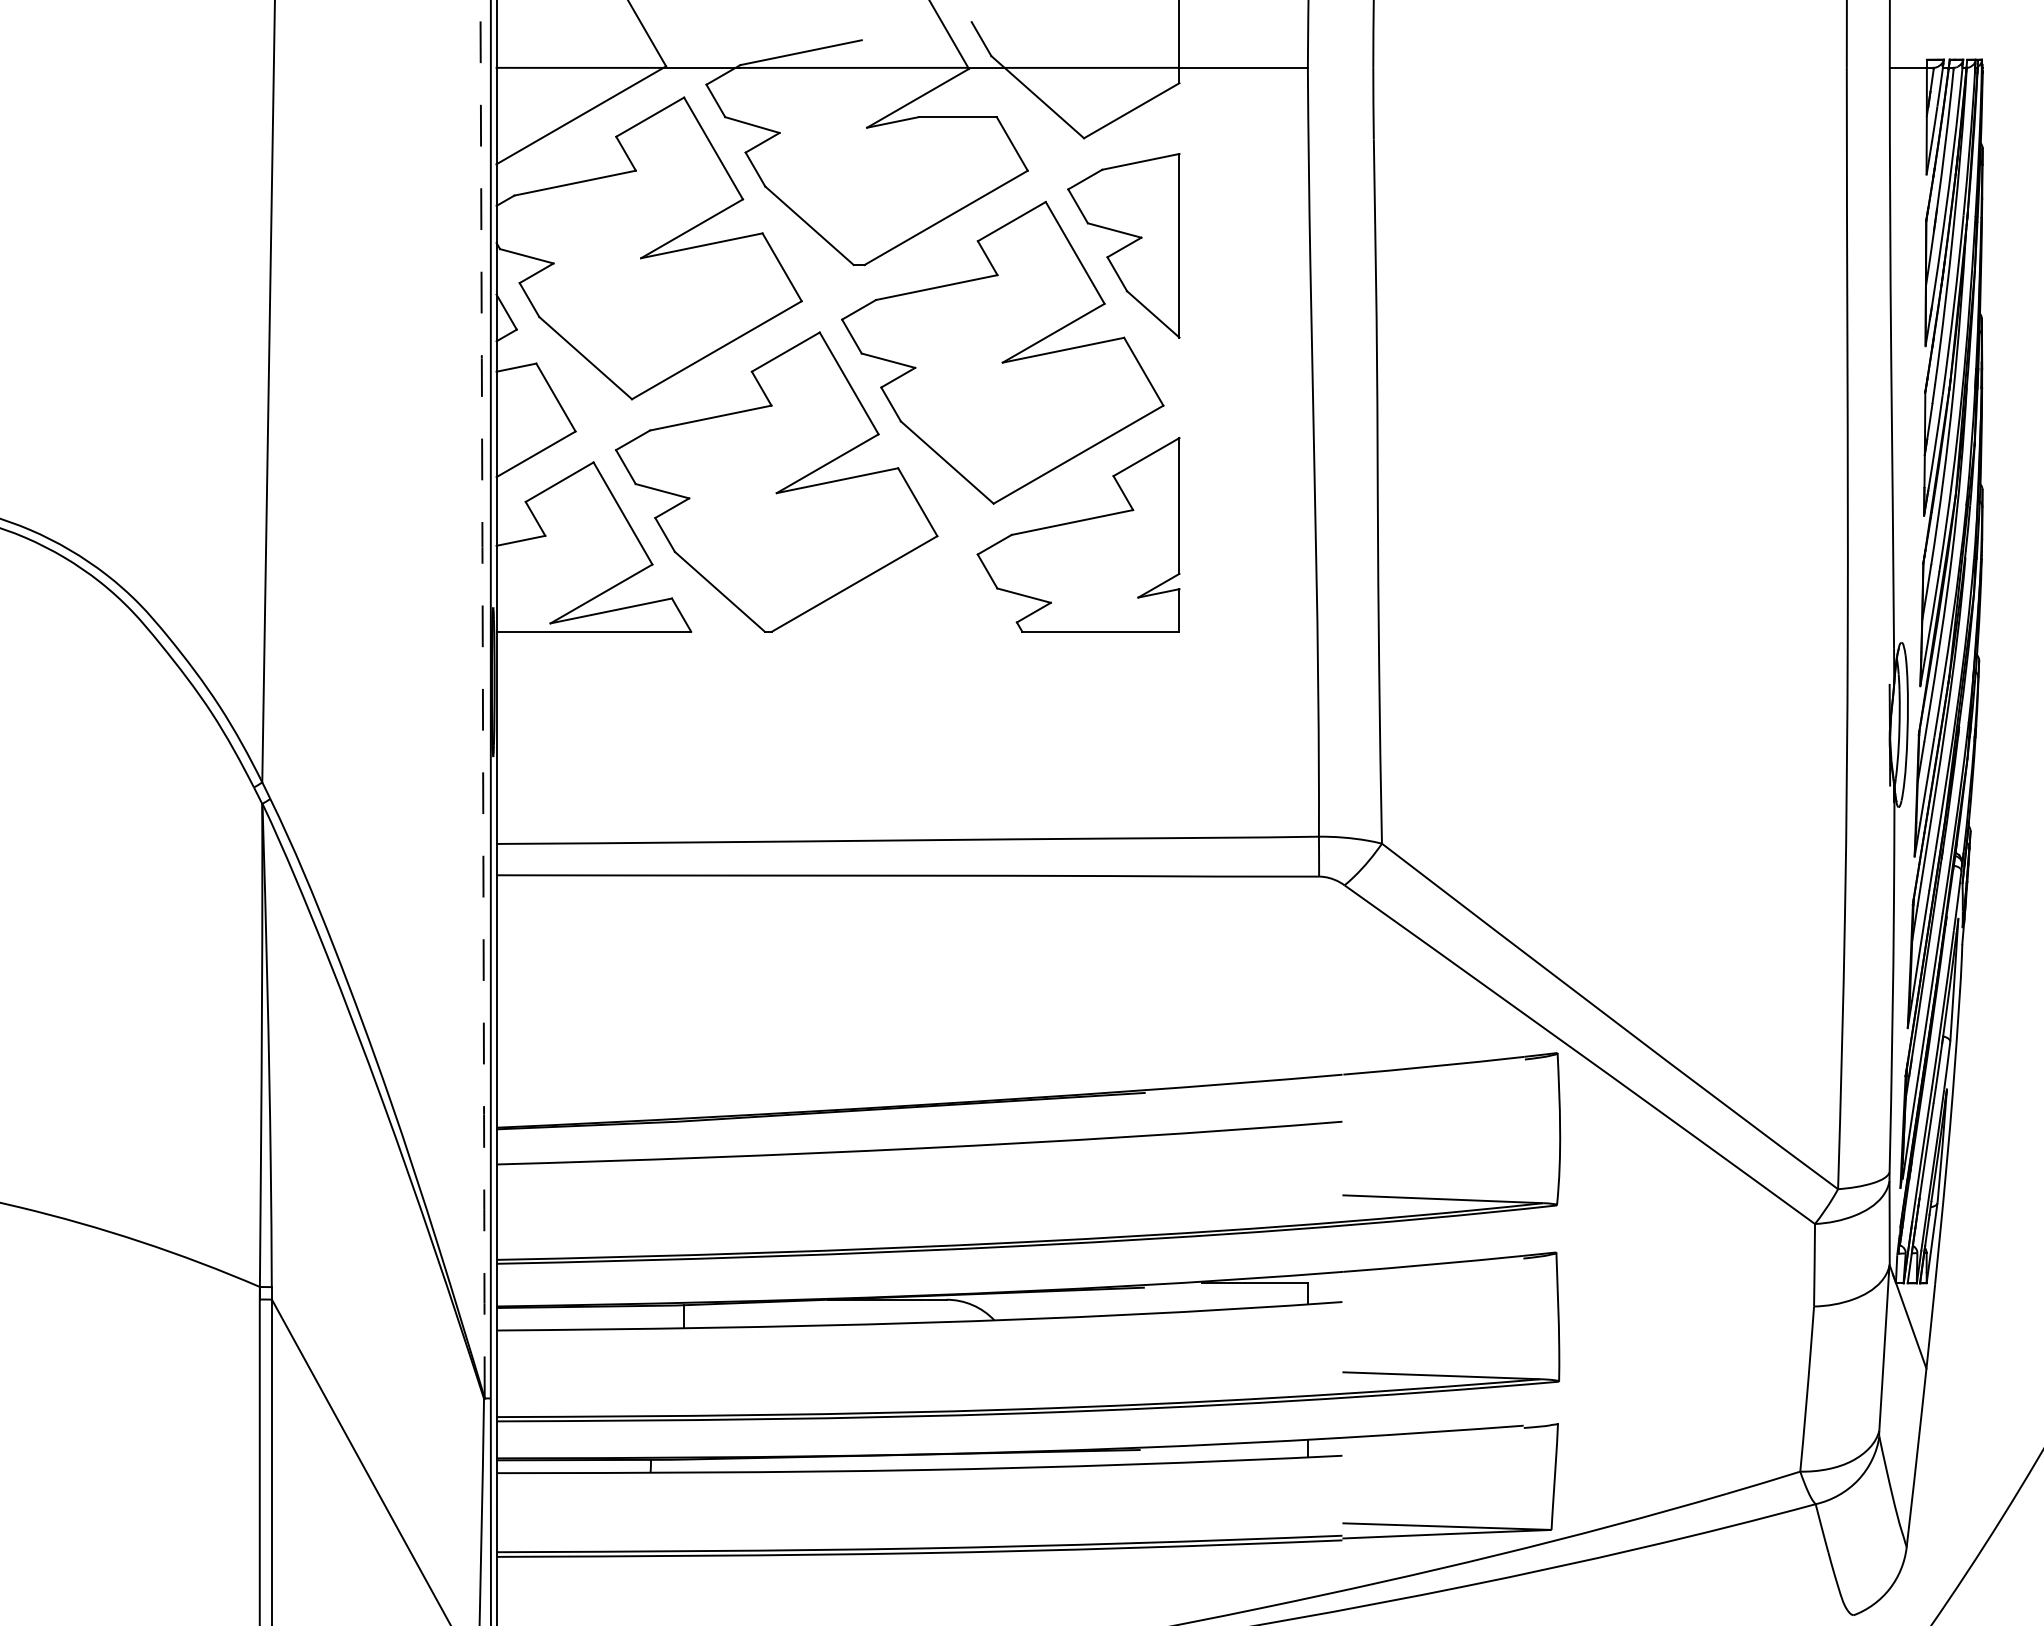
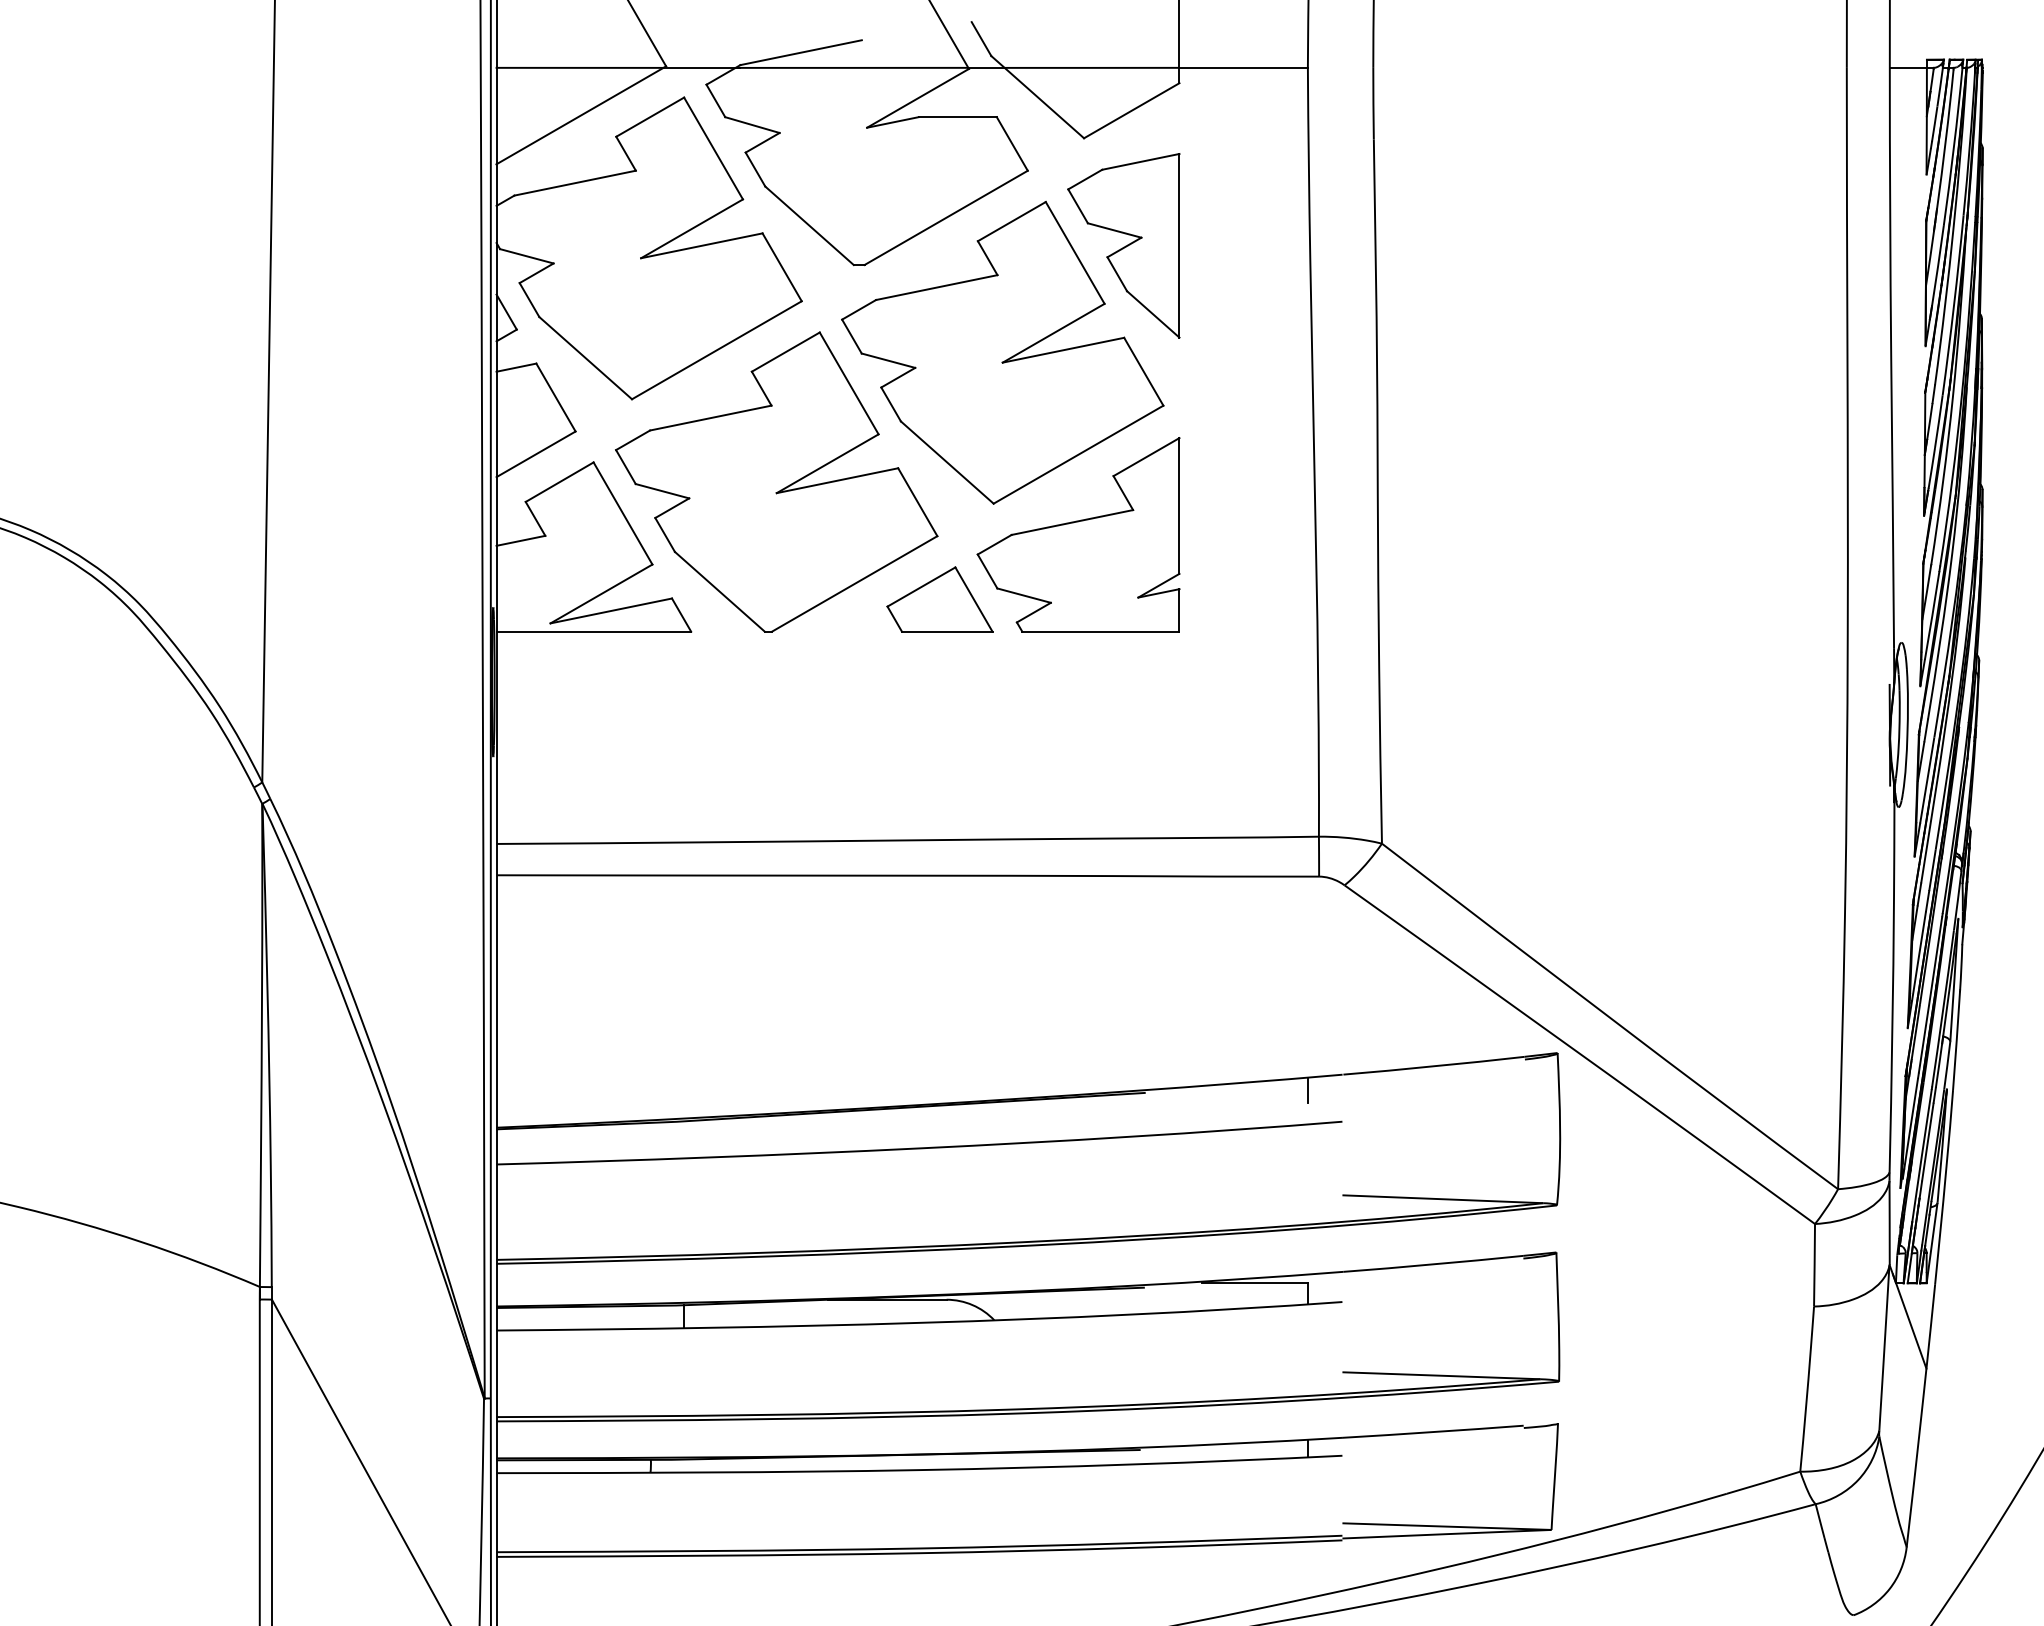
part at (939, 599): none -> present
arc at (482, 698): dashed -> solid
line at (1307, 1090): none -> present
